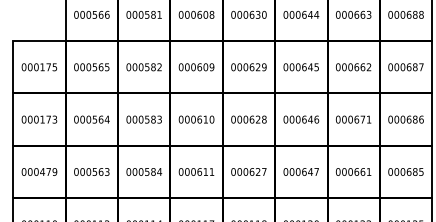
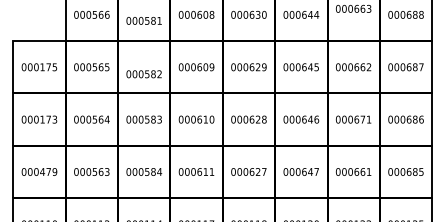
text at (143, 14) position: (143, 14) -> (143, 20)
text at (353, 14) position: (353, 14) -> (353, 8)
text at (143, 67) position: (143, 67) -> (143, 74)
